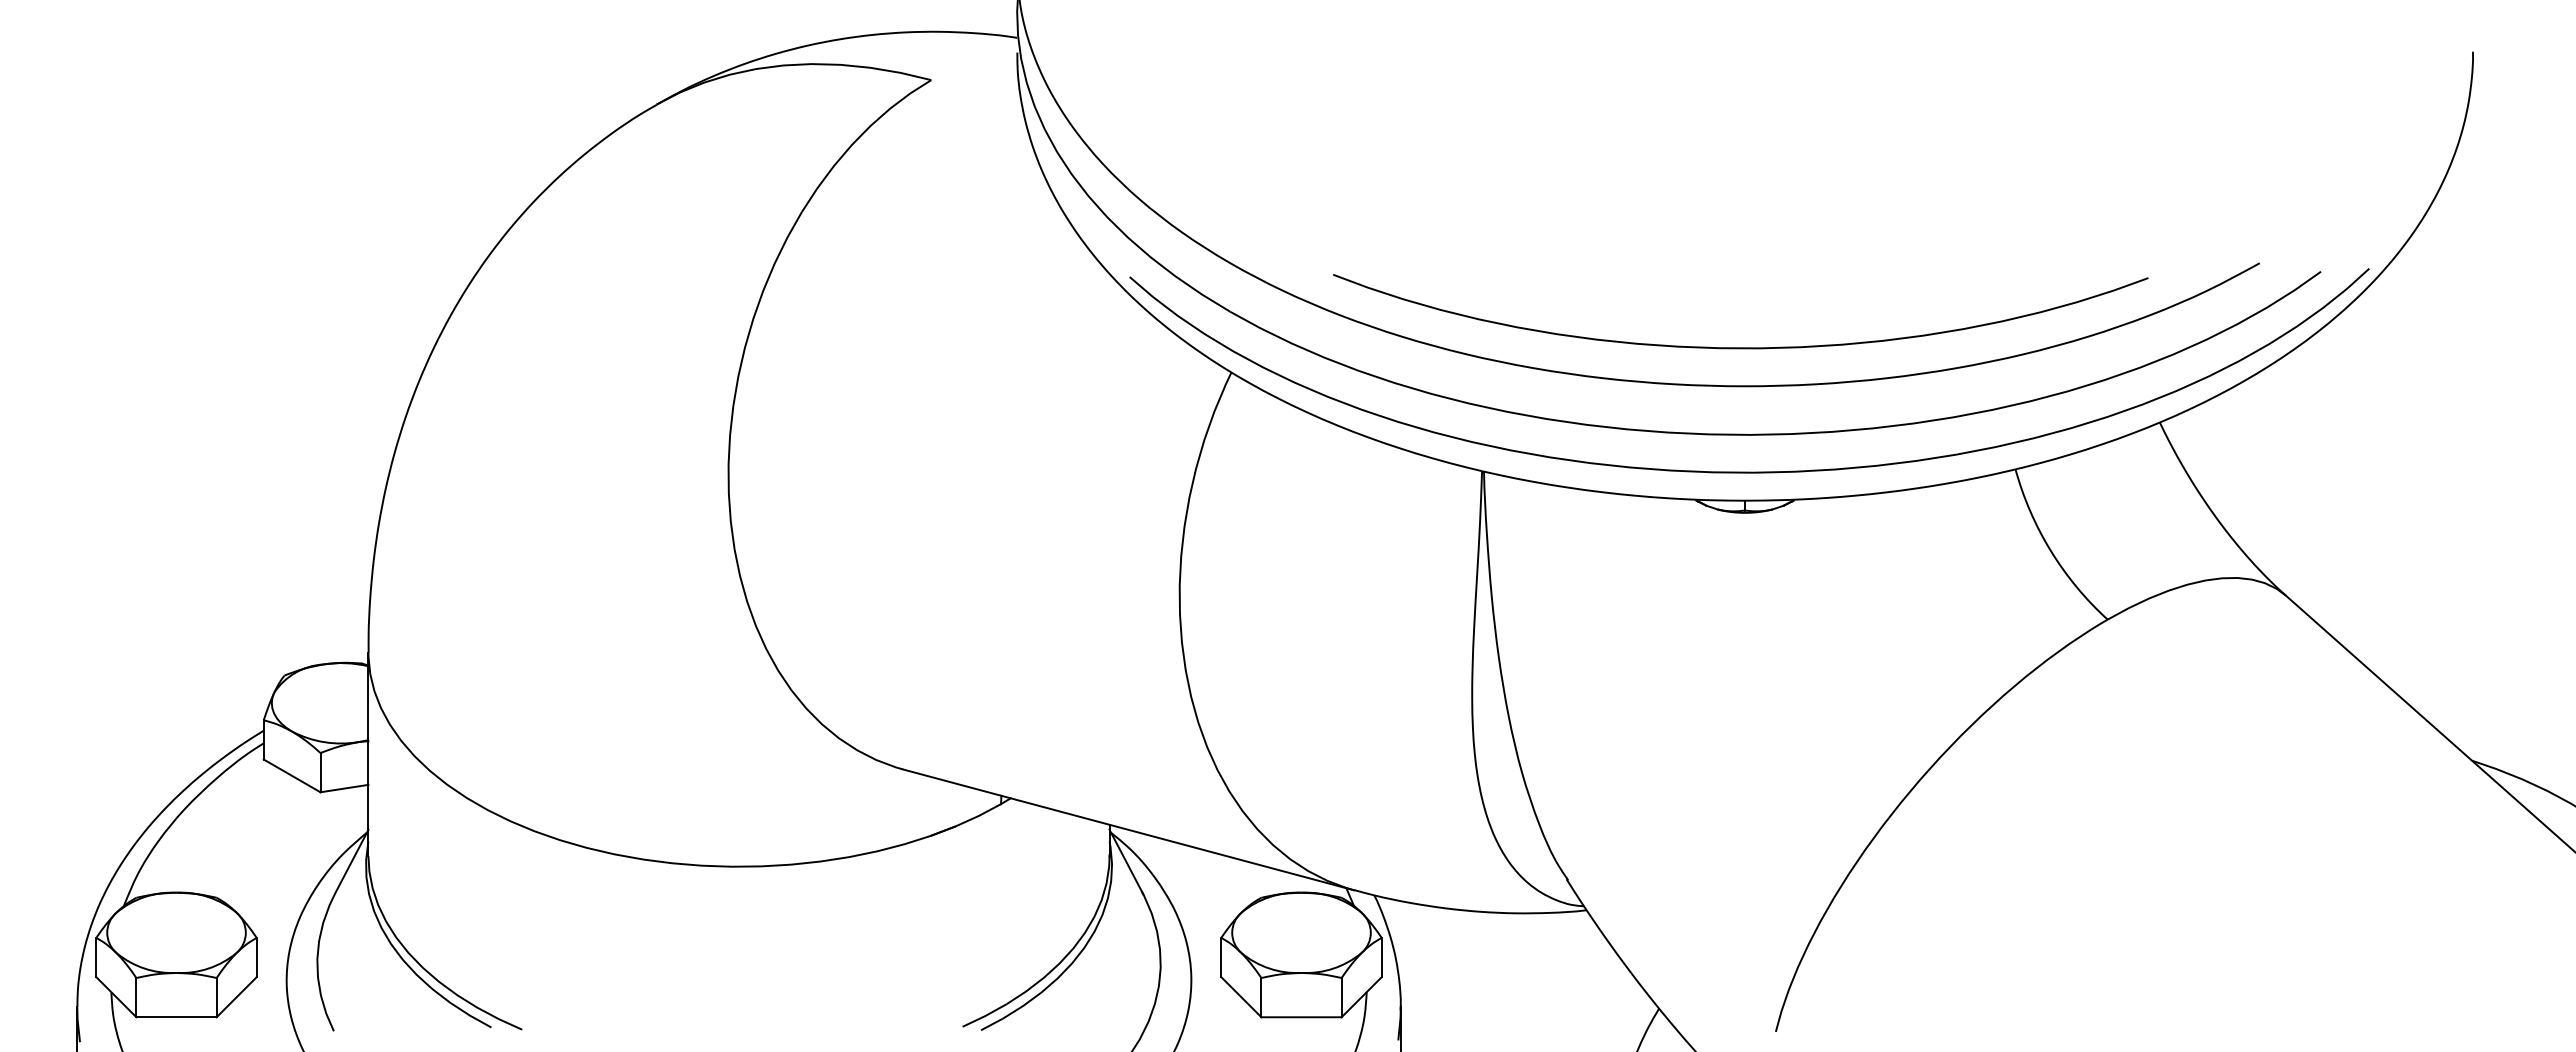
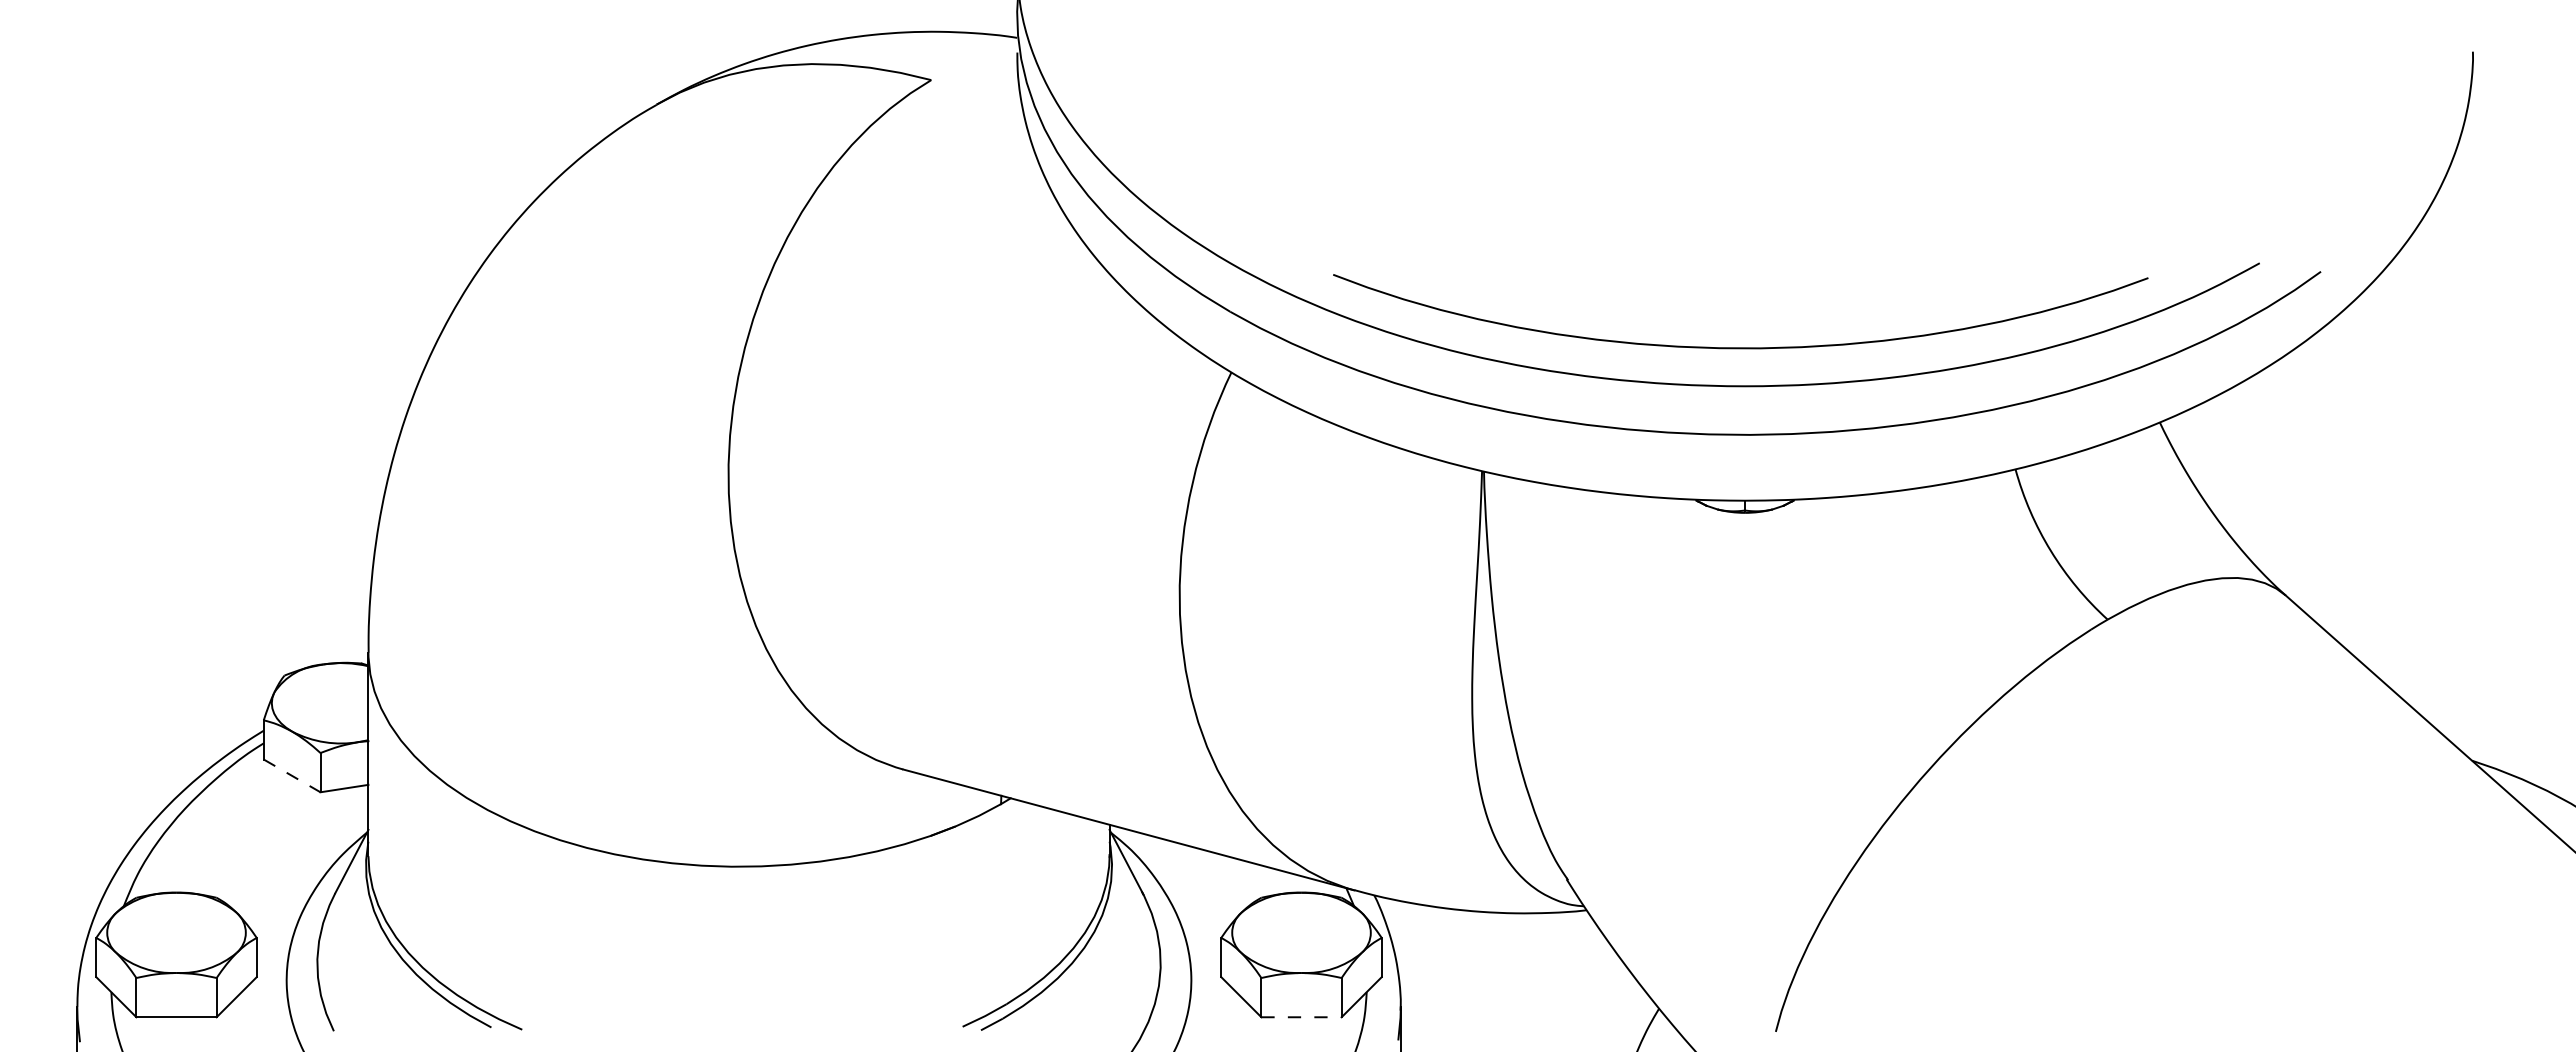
curve at (1749, 471): present -> none
line at (292, 775): solid -> dashed
line at (1302, 1017): solid -> dashed
